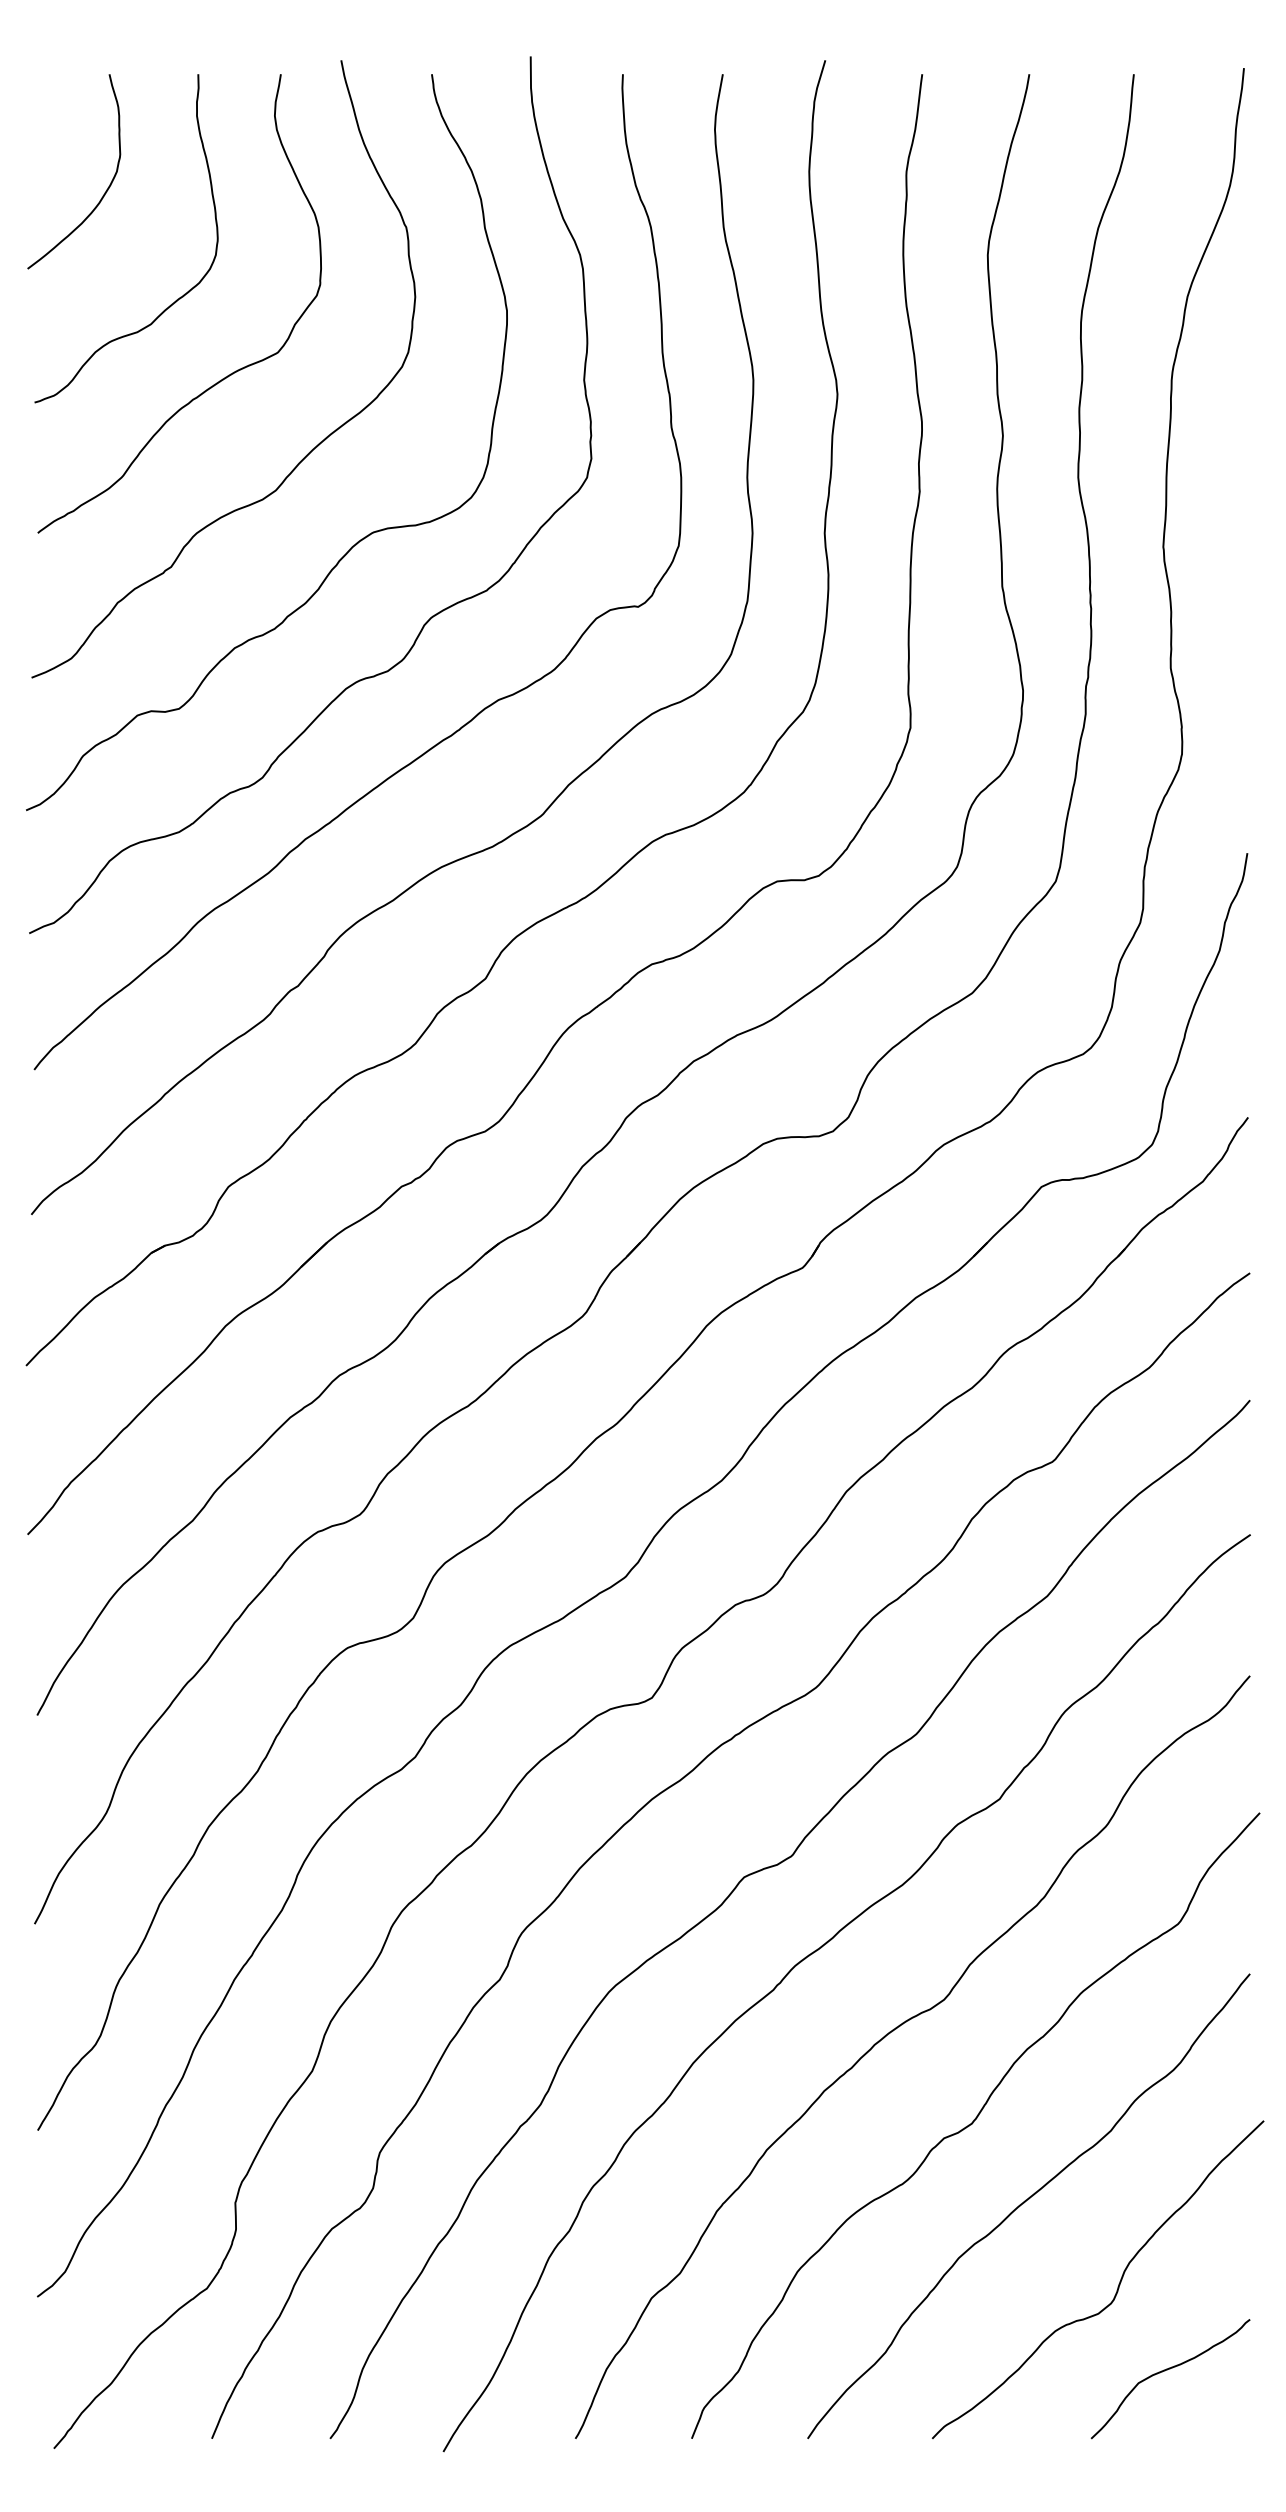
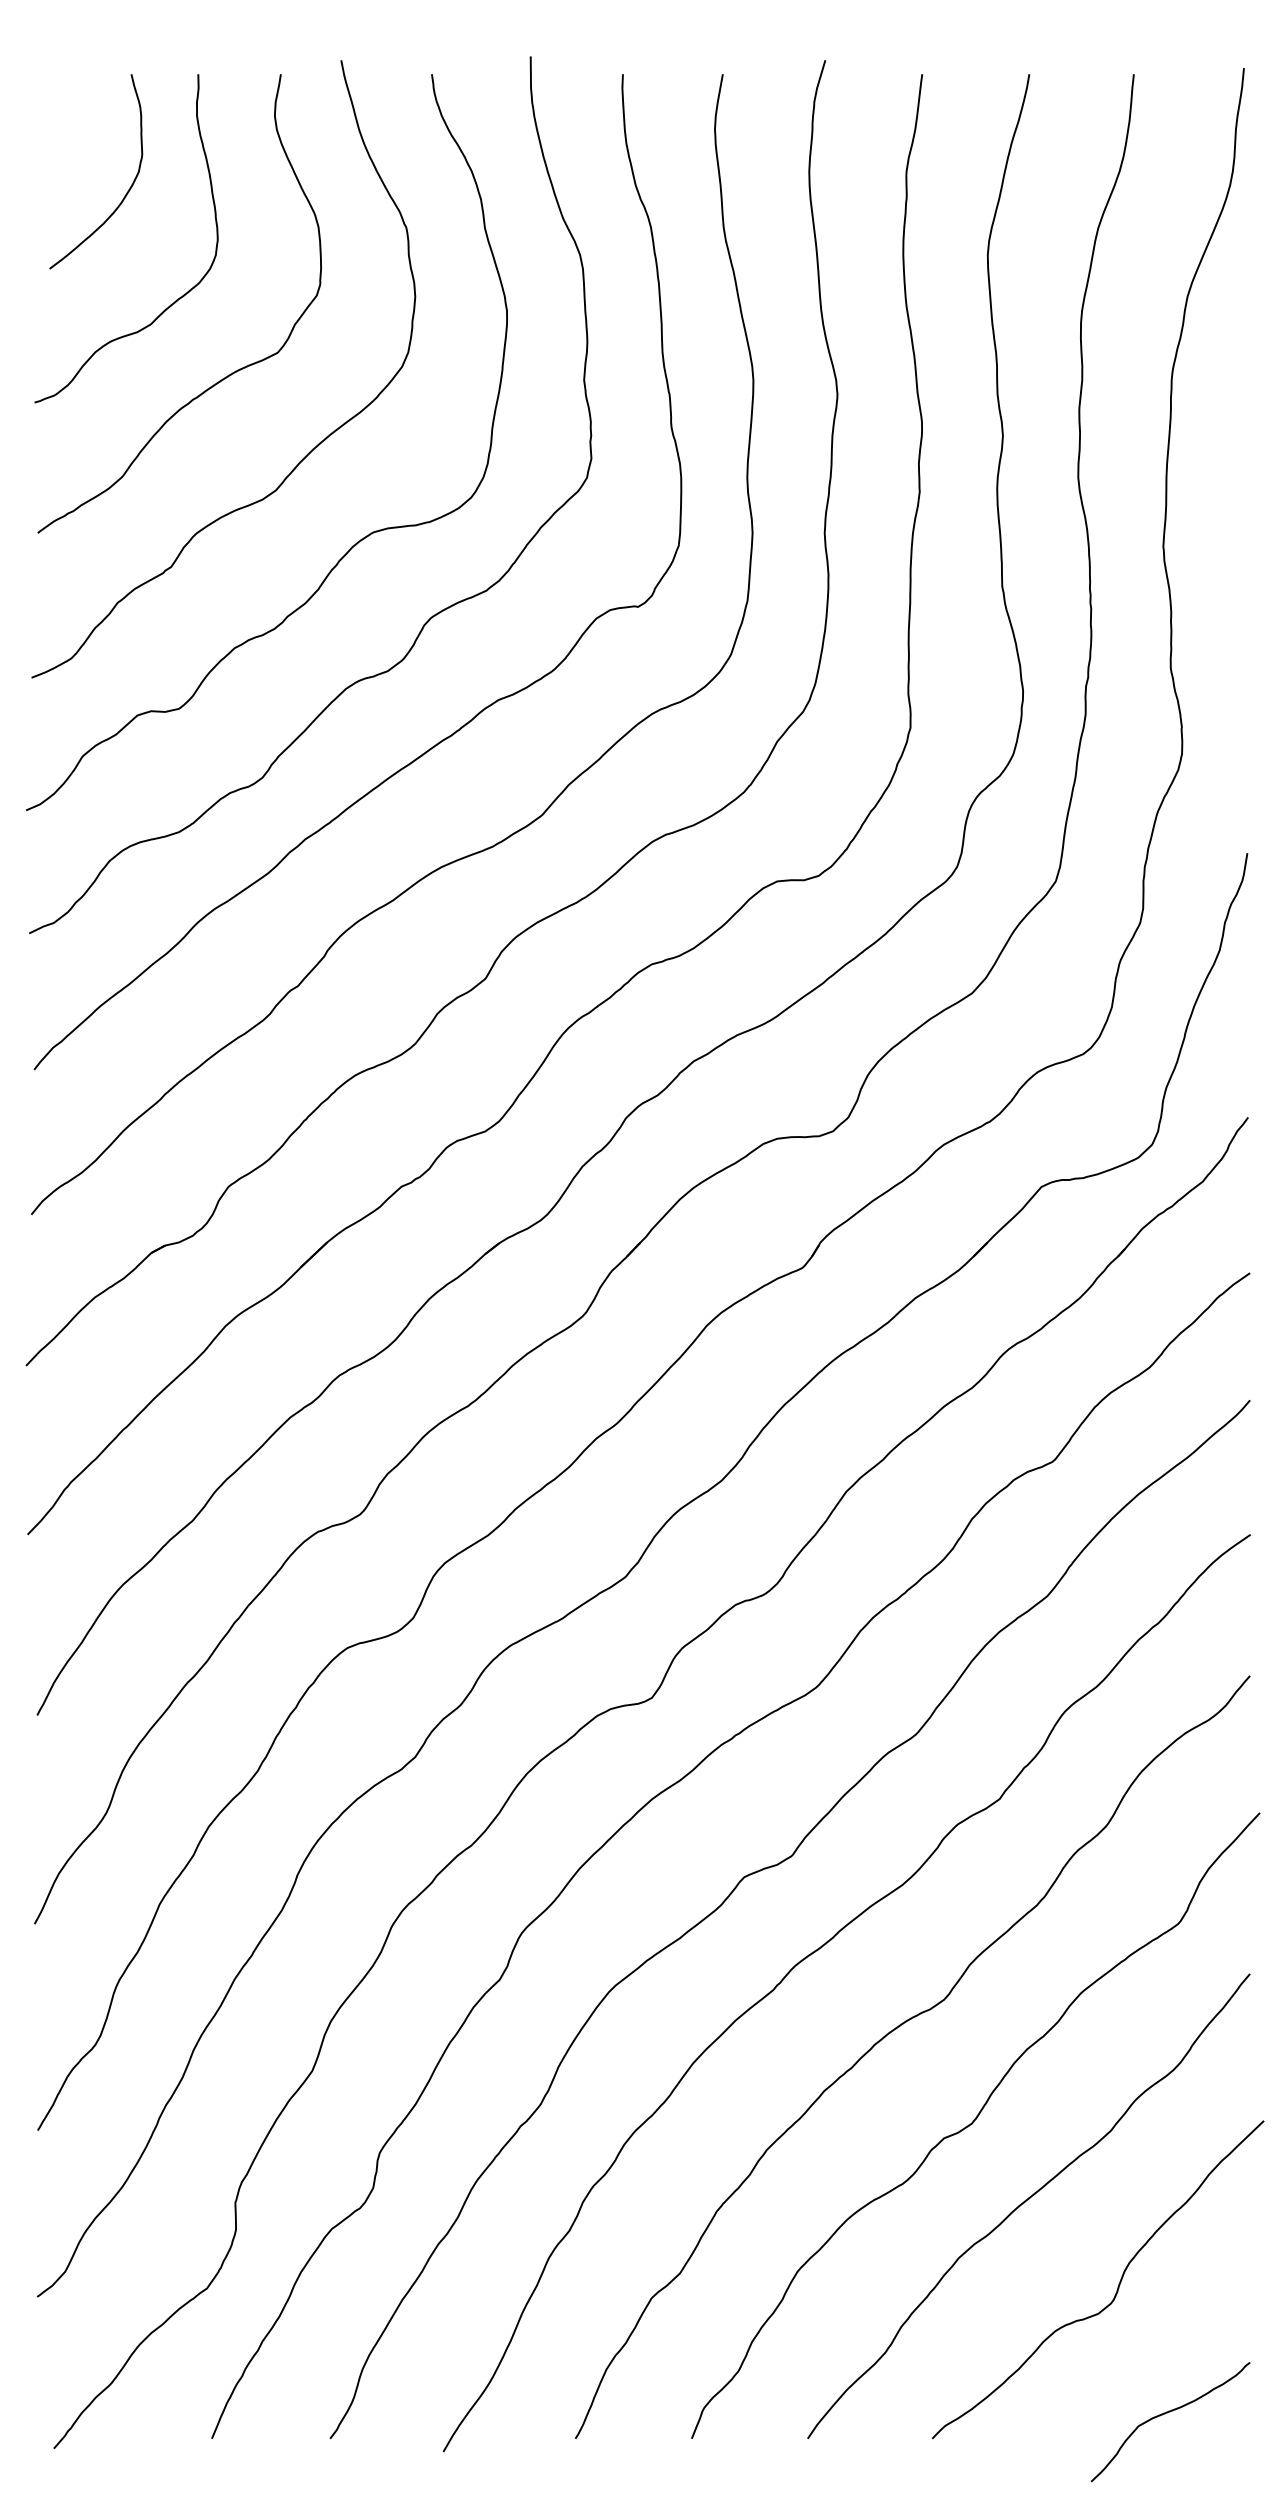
curve at (104, 192) position: (104, 192) -> (126, 192)
curve at (1165, 2371) position: (1165, 2371) -> (1165, 2414)
